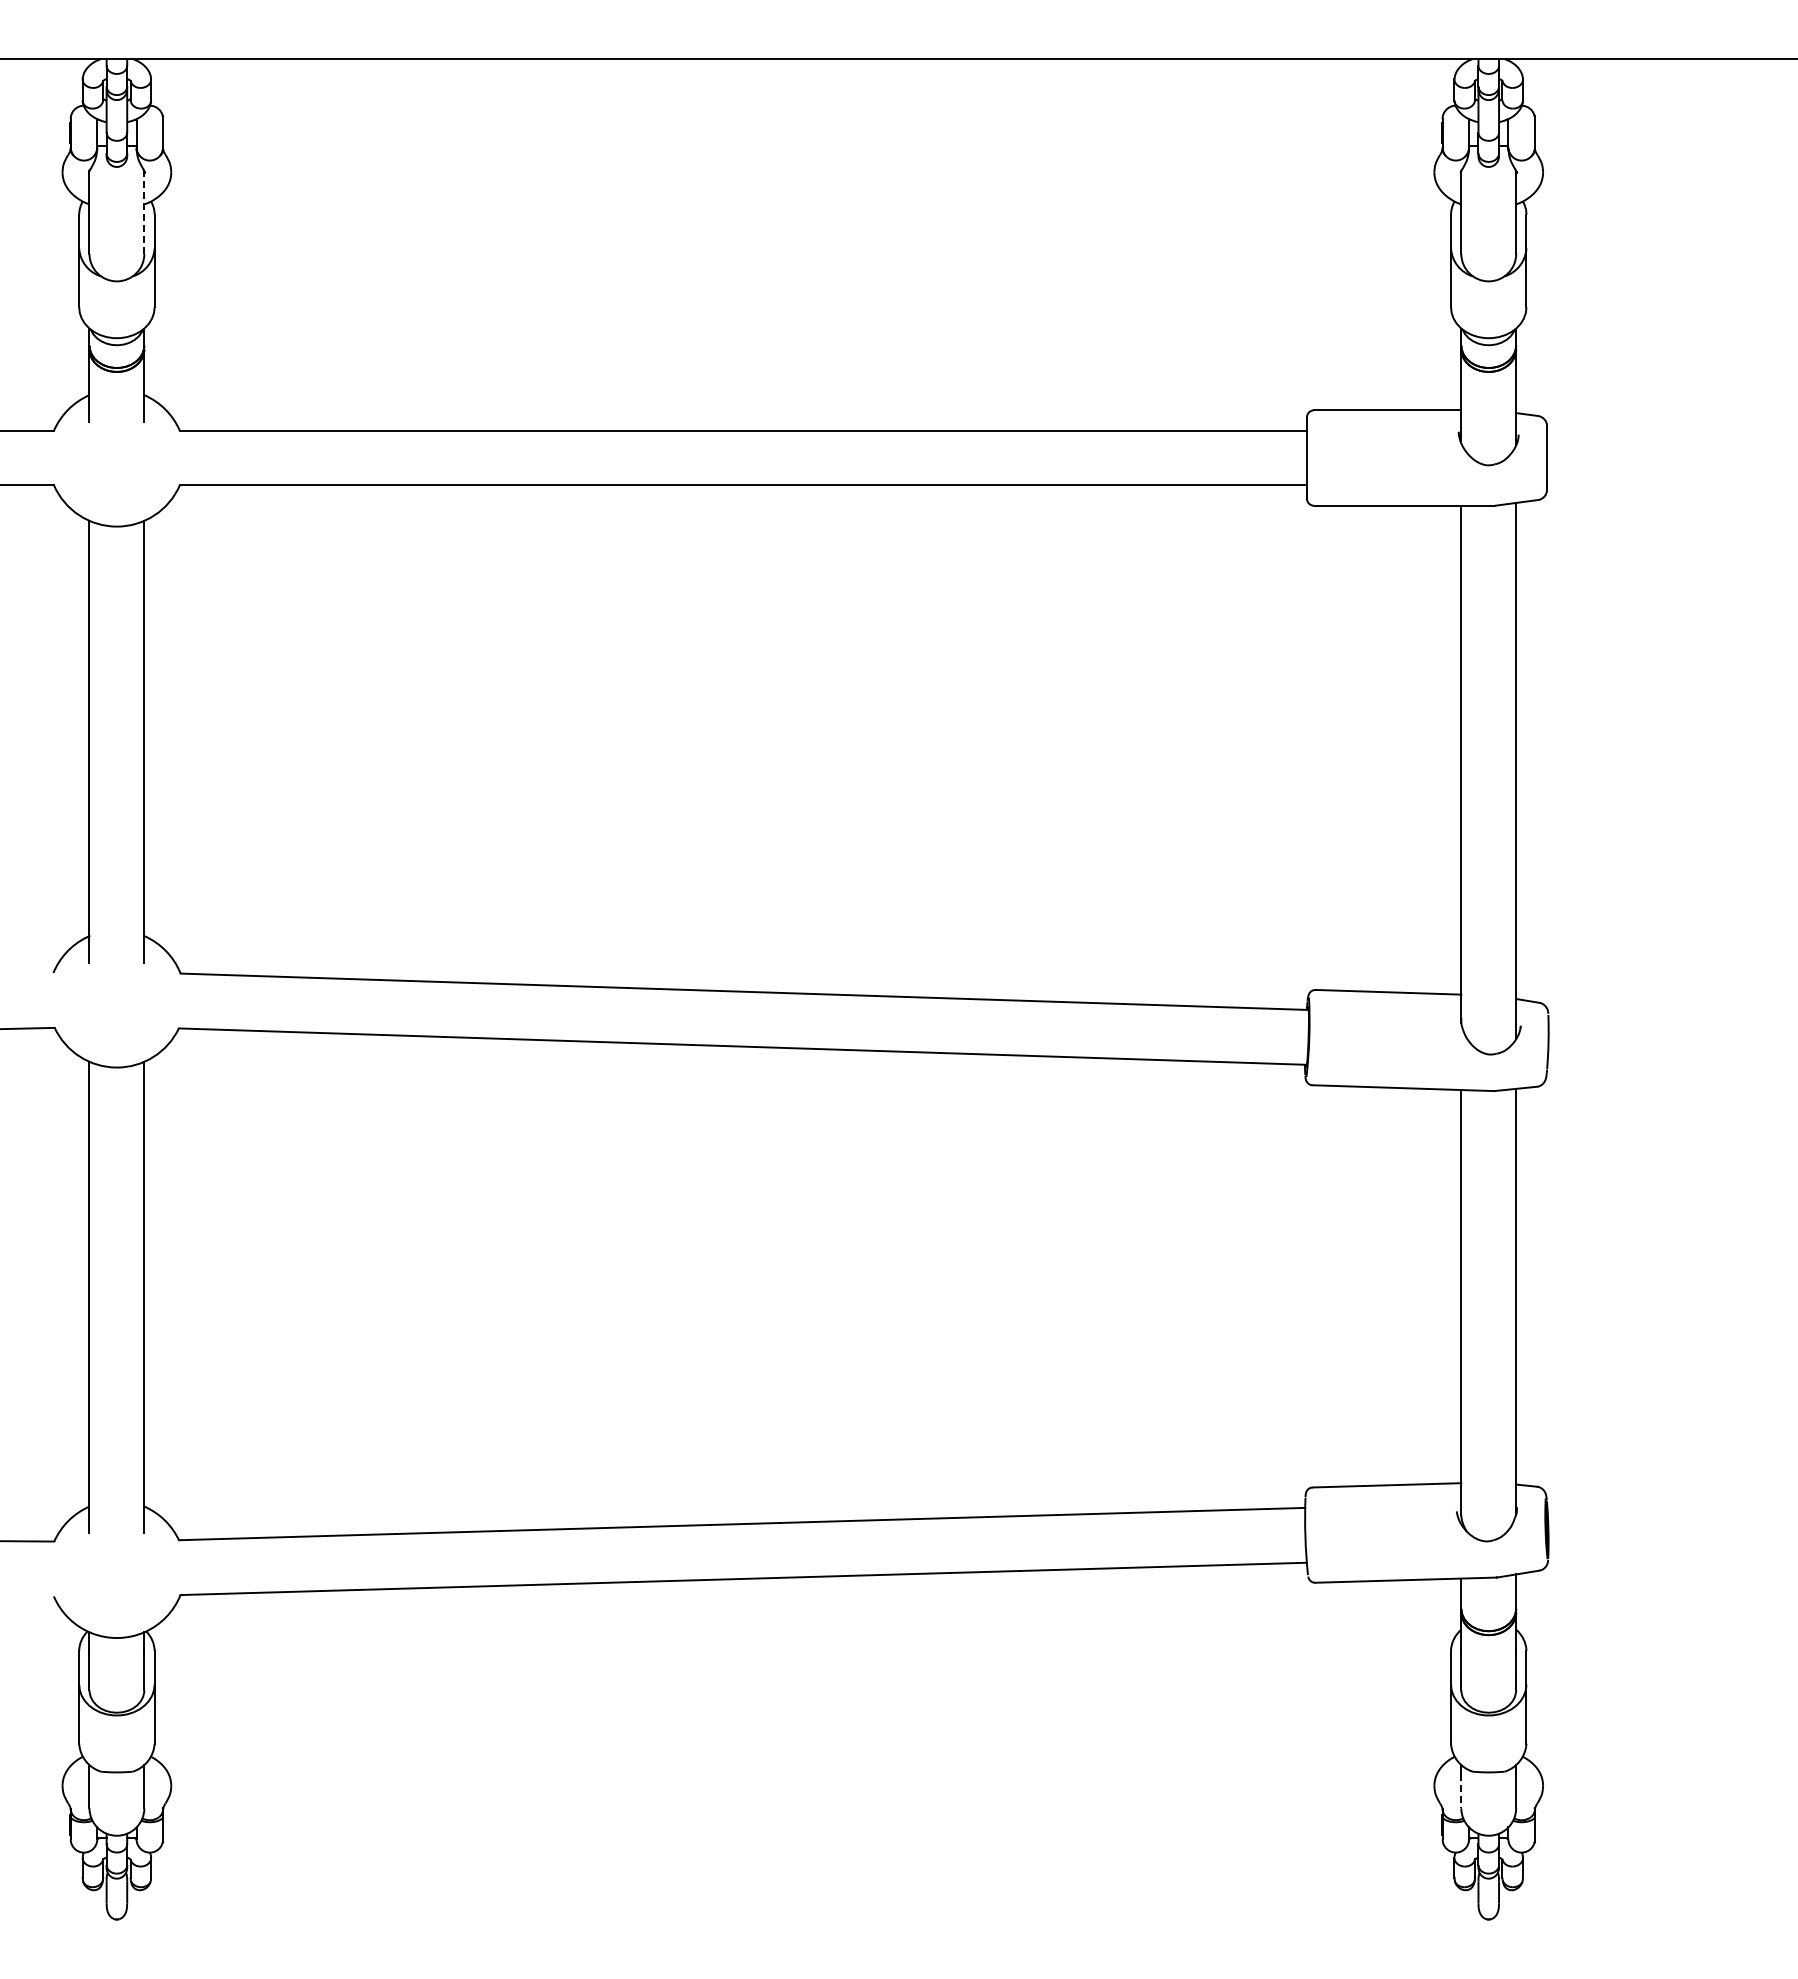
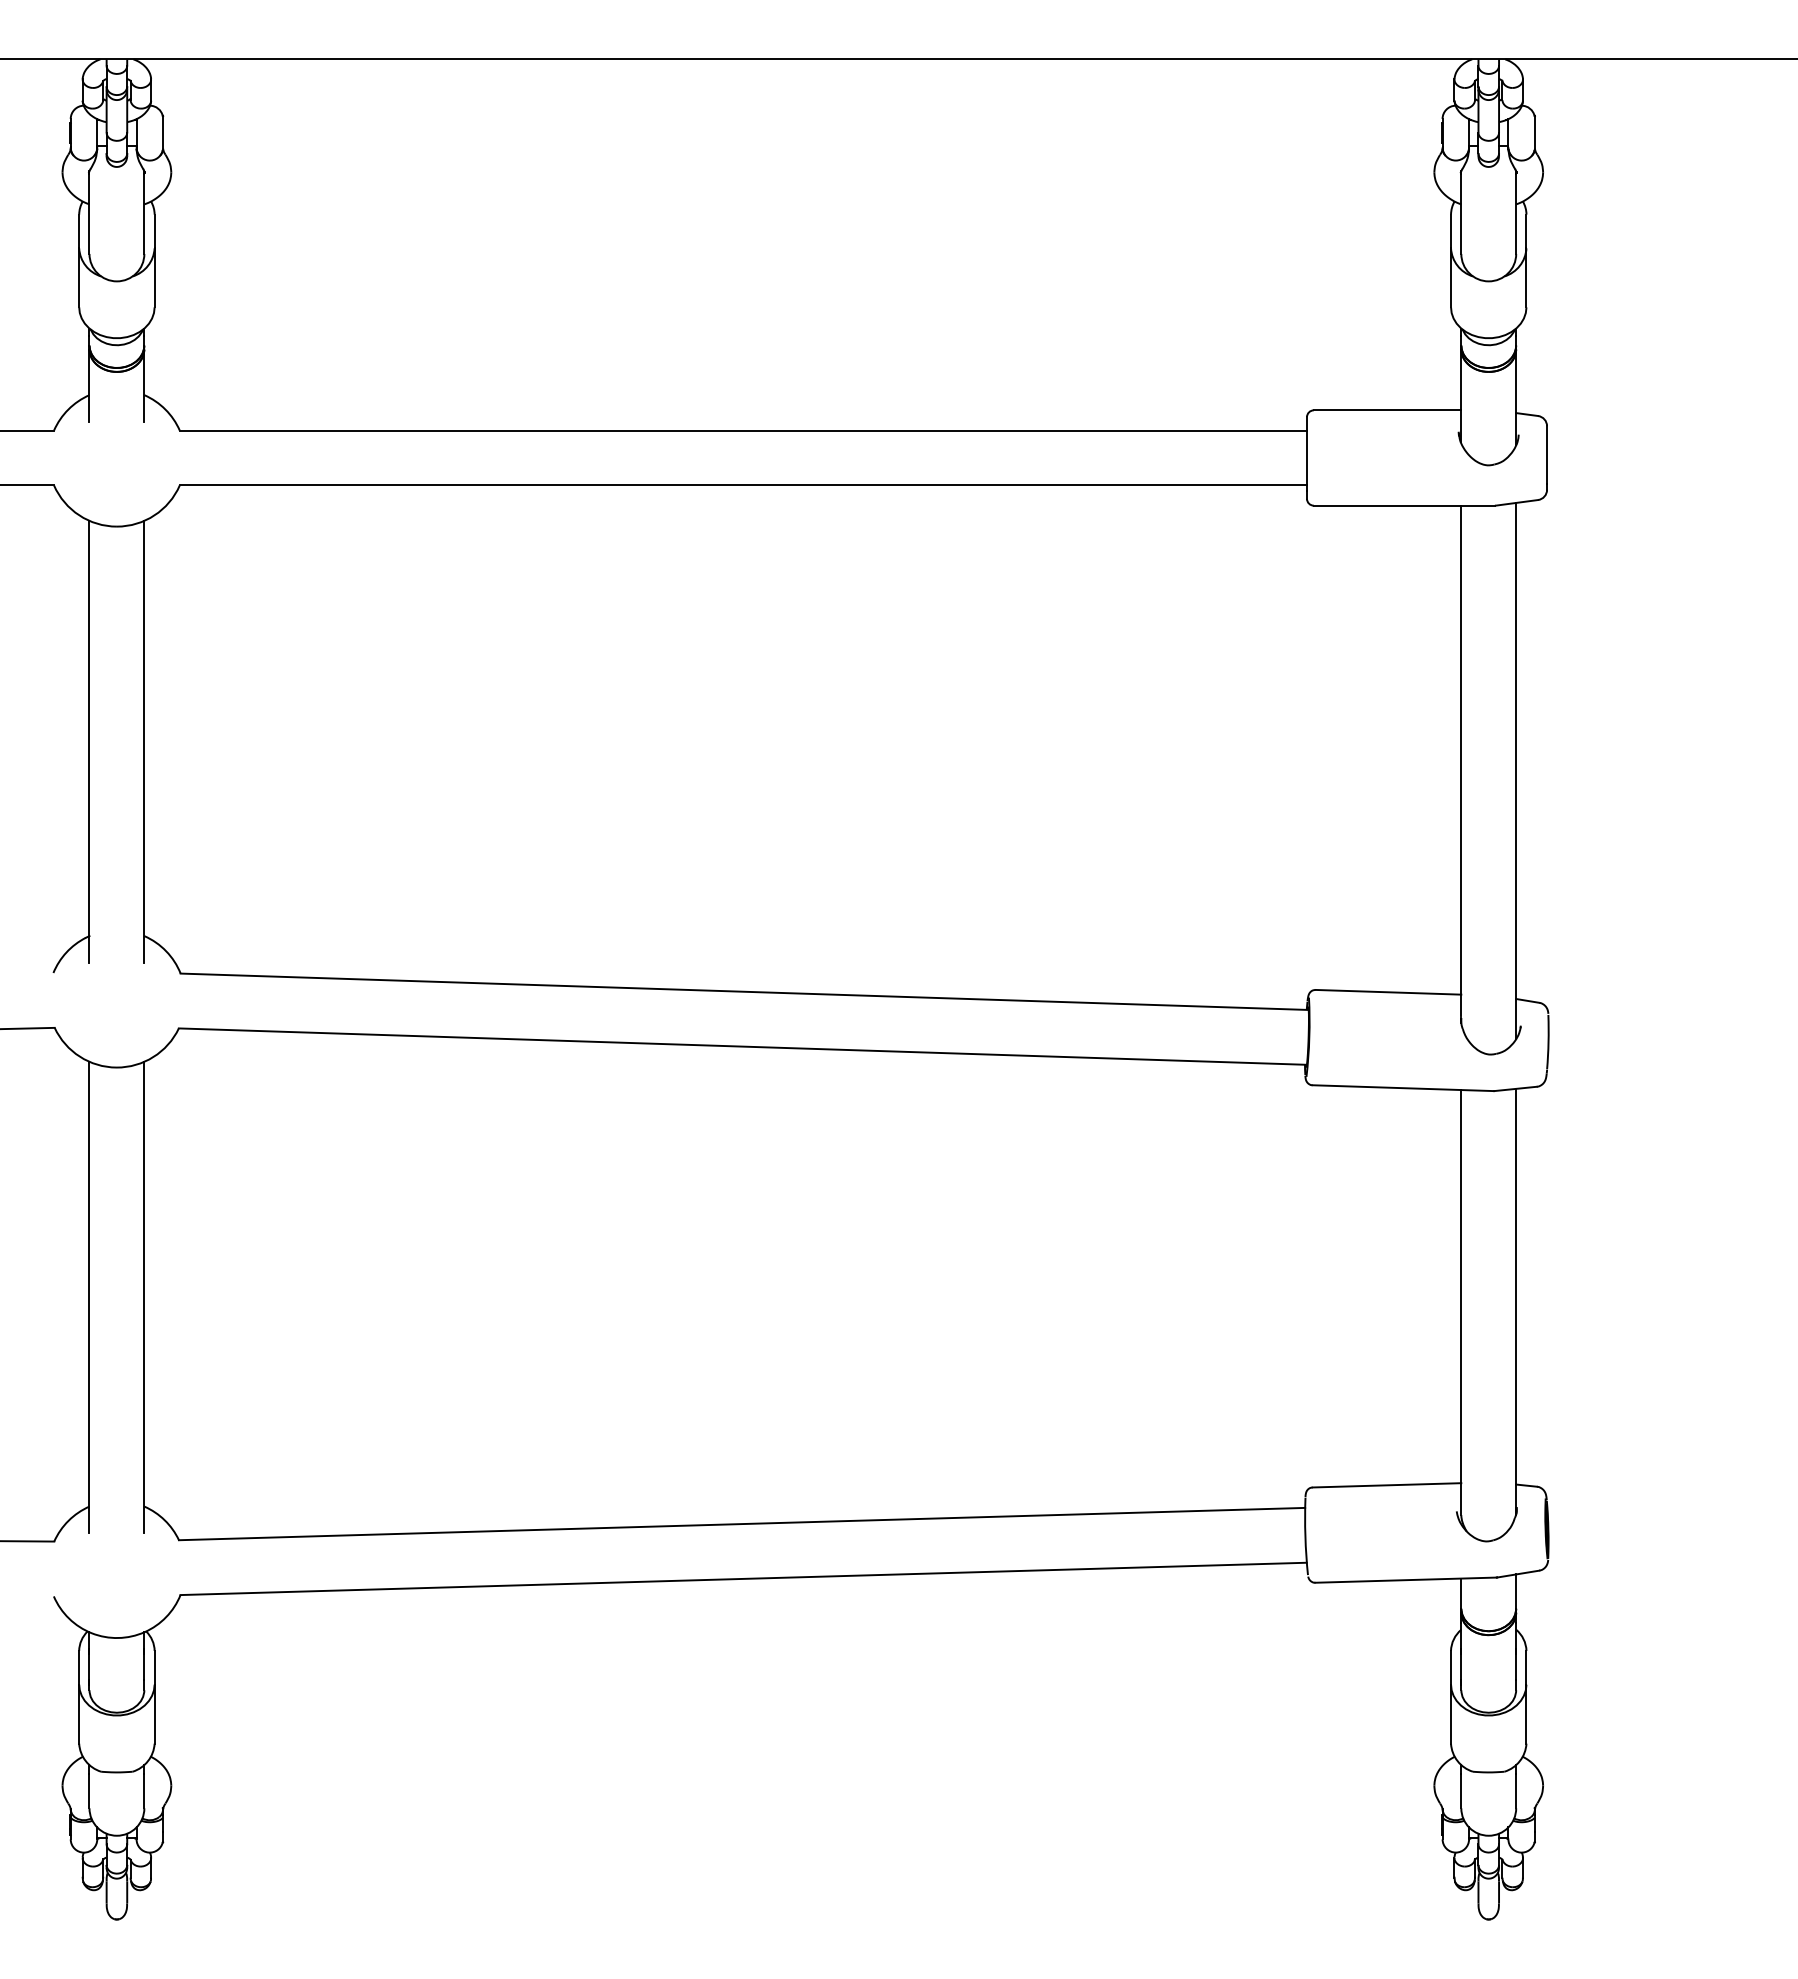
line at (144, 214): dashed -> solid
line at (1461, 1791): dashed -> solid
